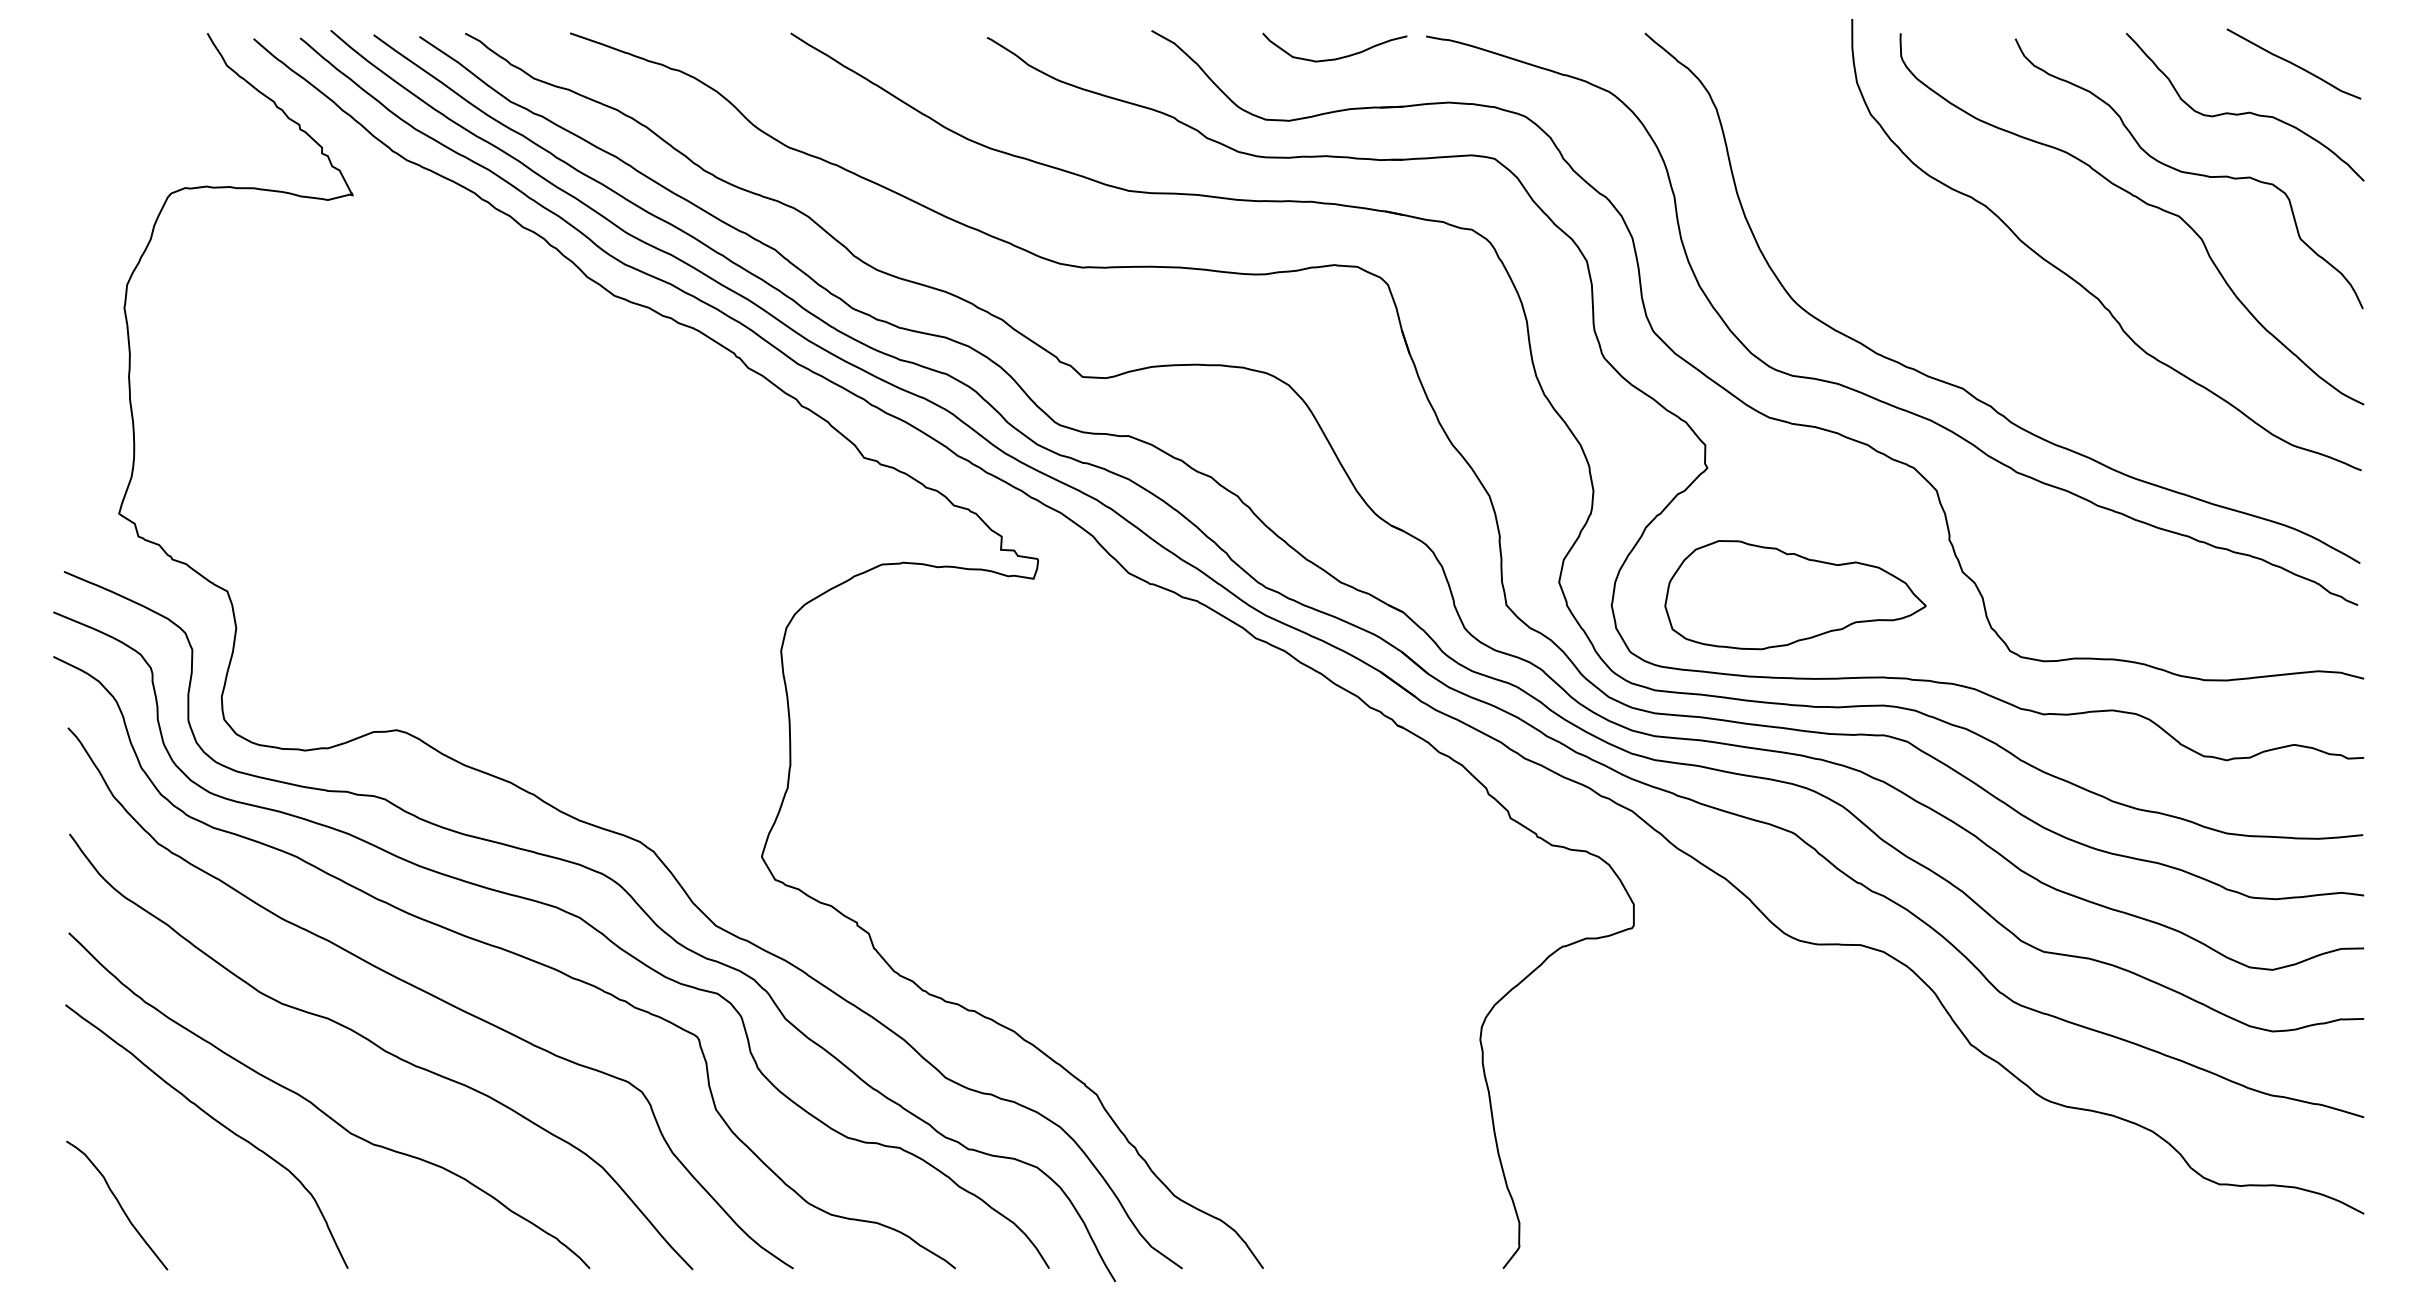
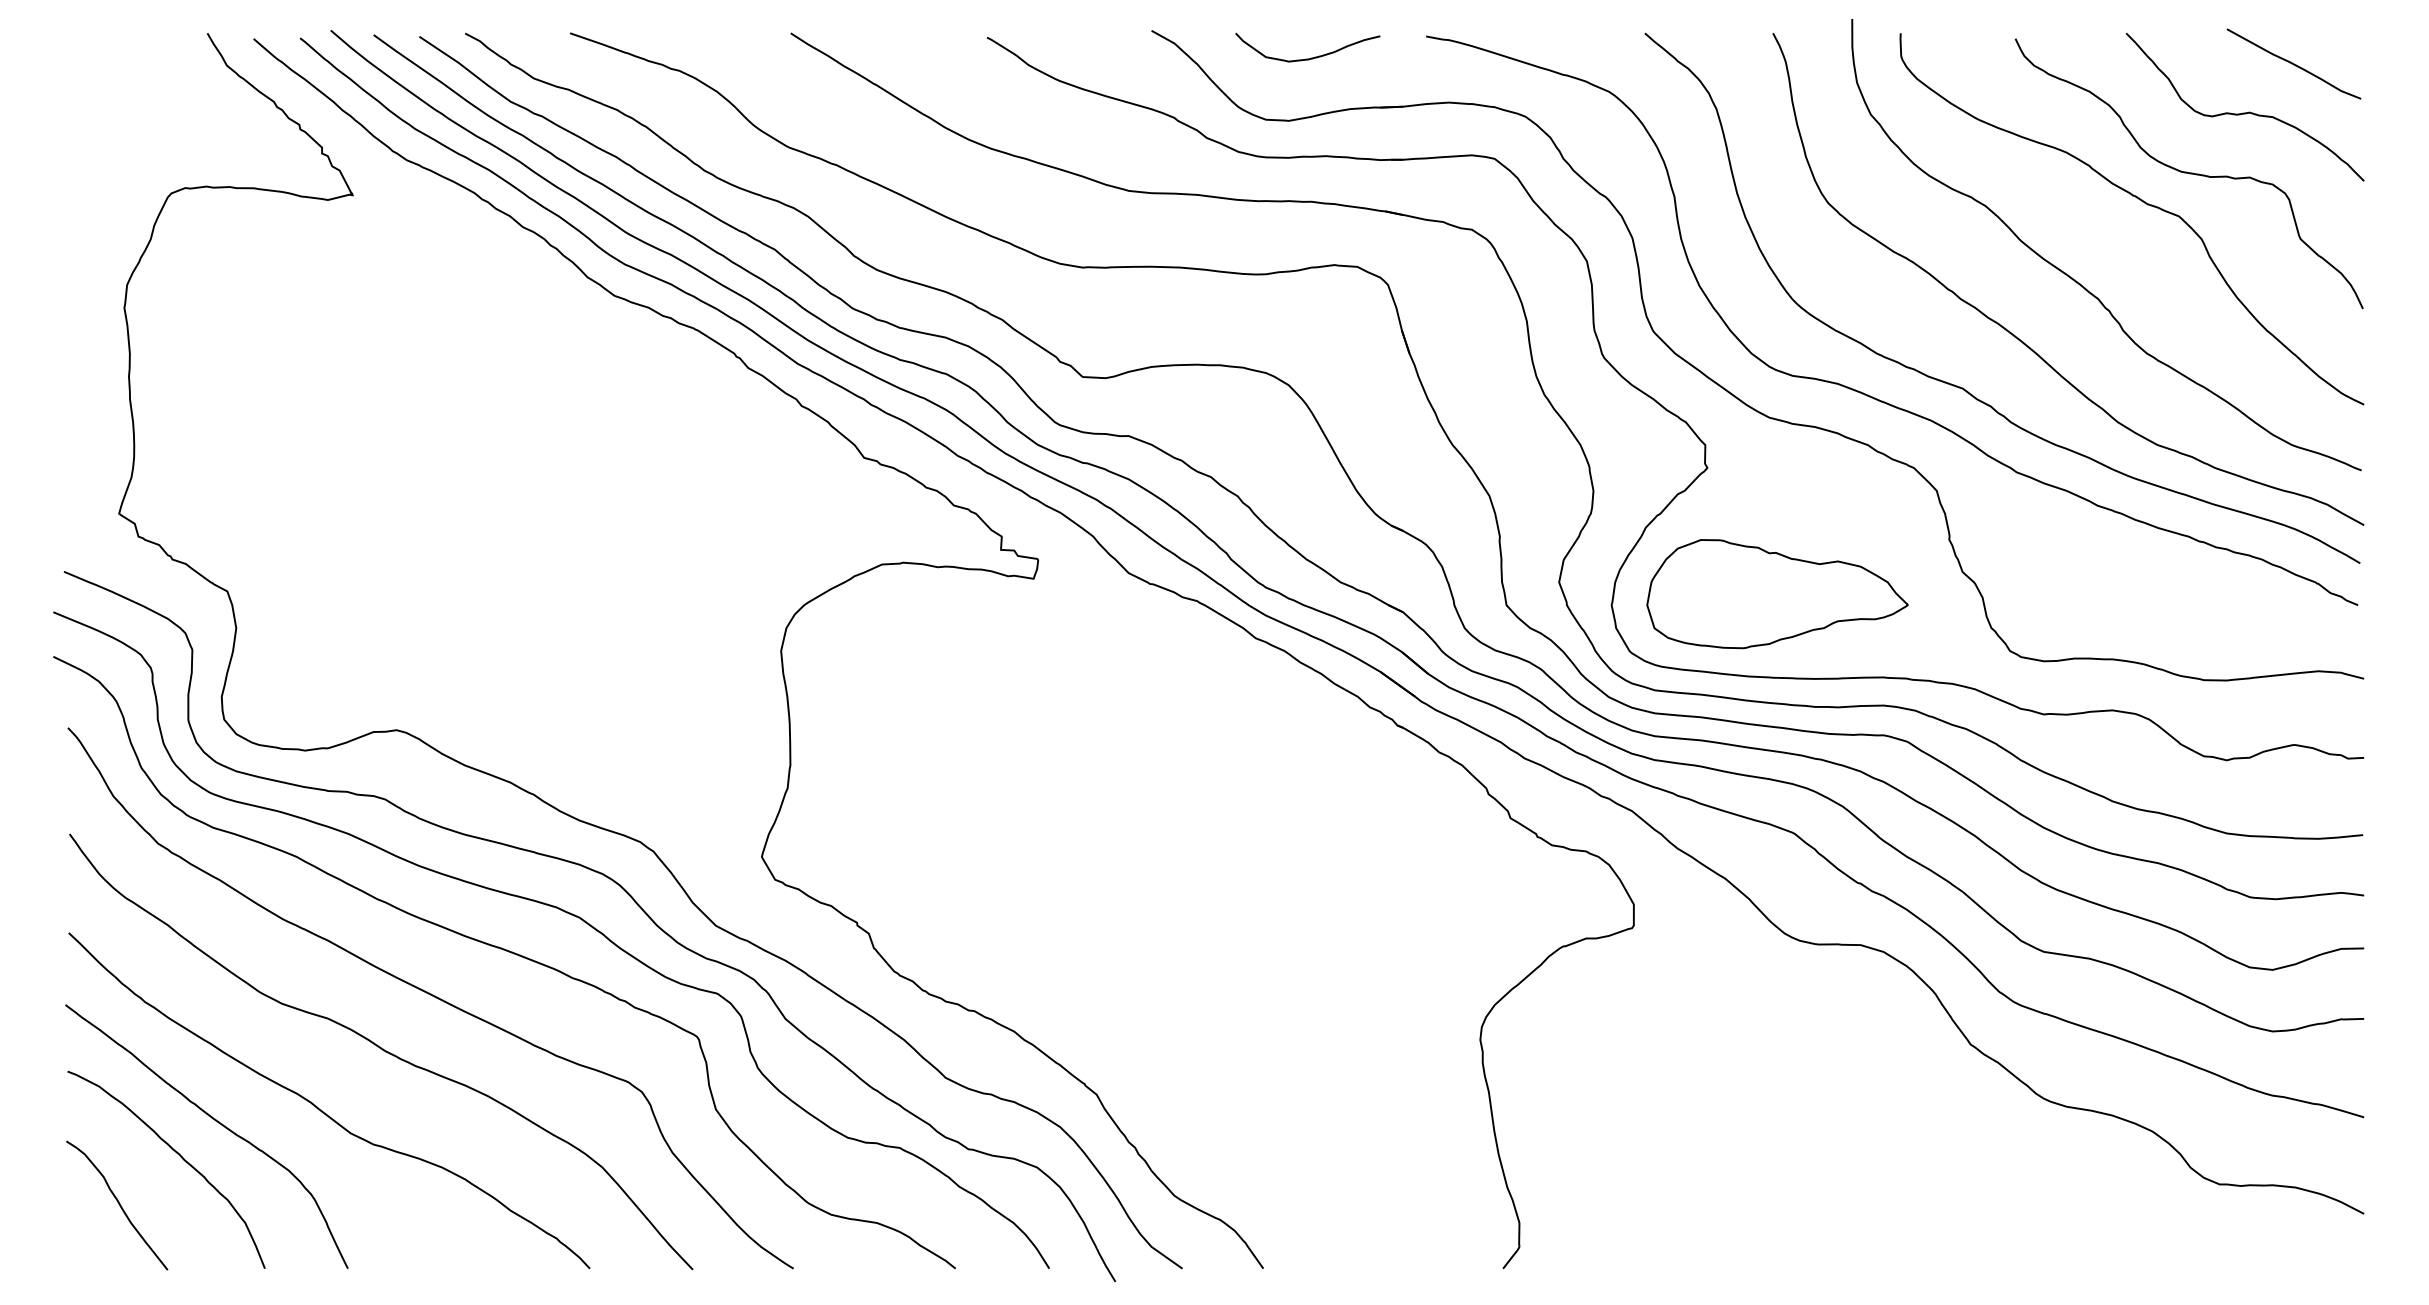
curve at (1338, 57) position: (1338, 57) -> (1311, 57)
curve at (2018, 337): none -> present
part at (1795, 595) position: (1795, 595) -> (1777, 594)
curve at (179, 1156): none -> present
